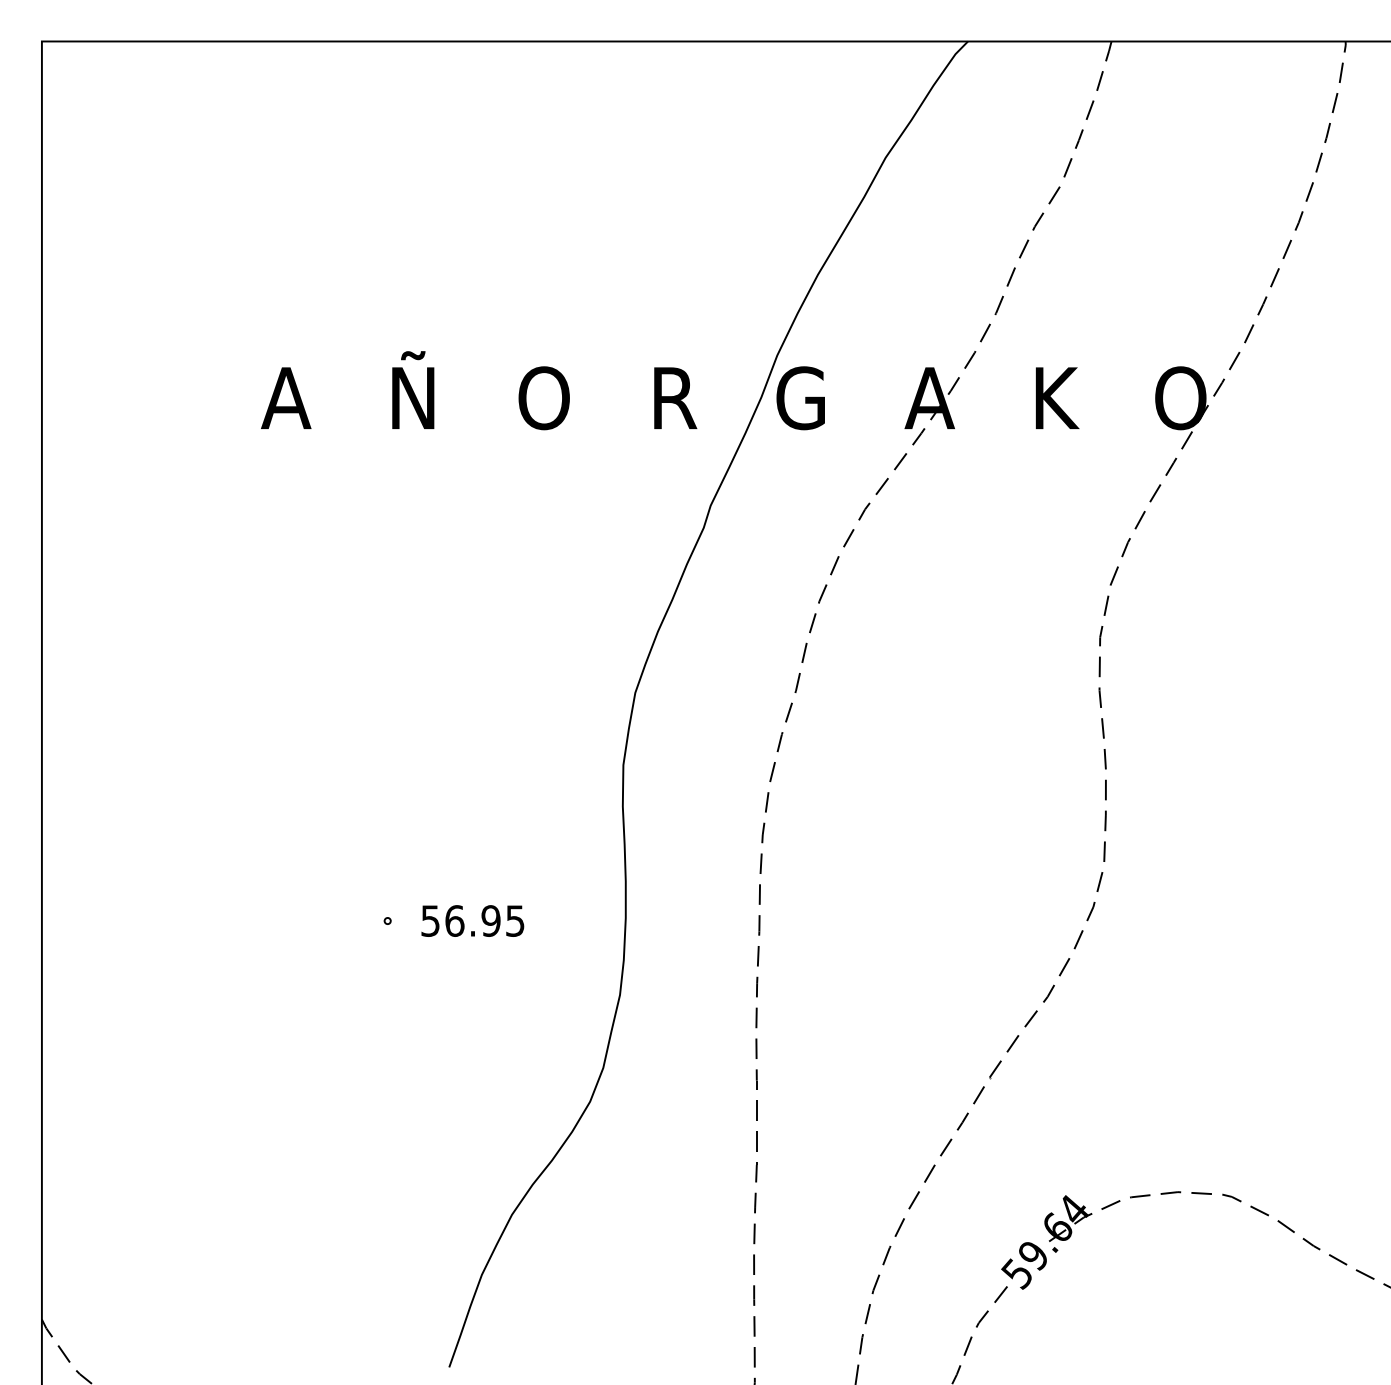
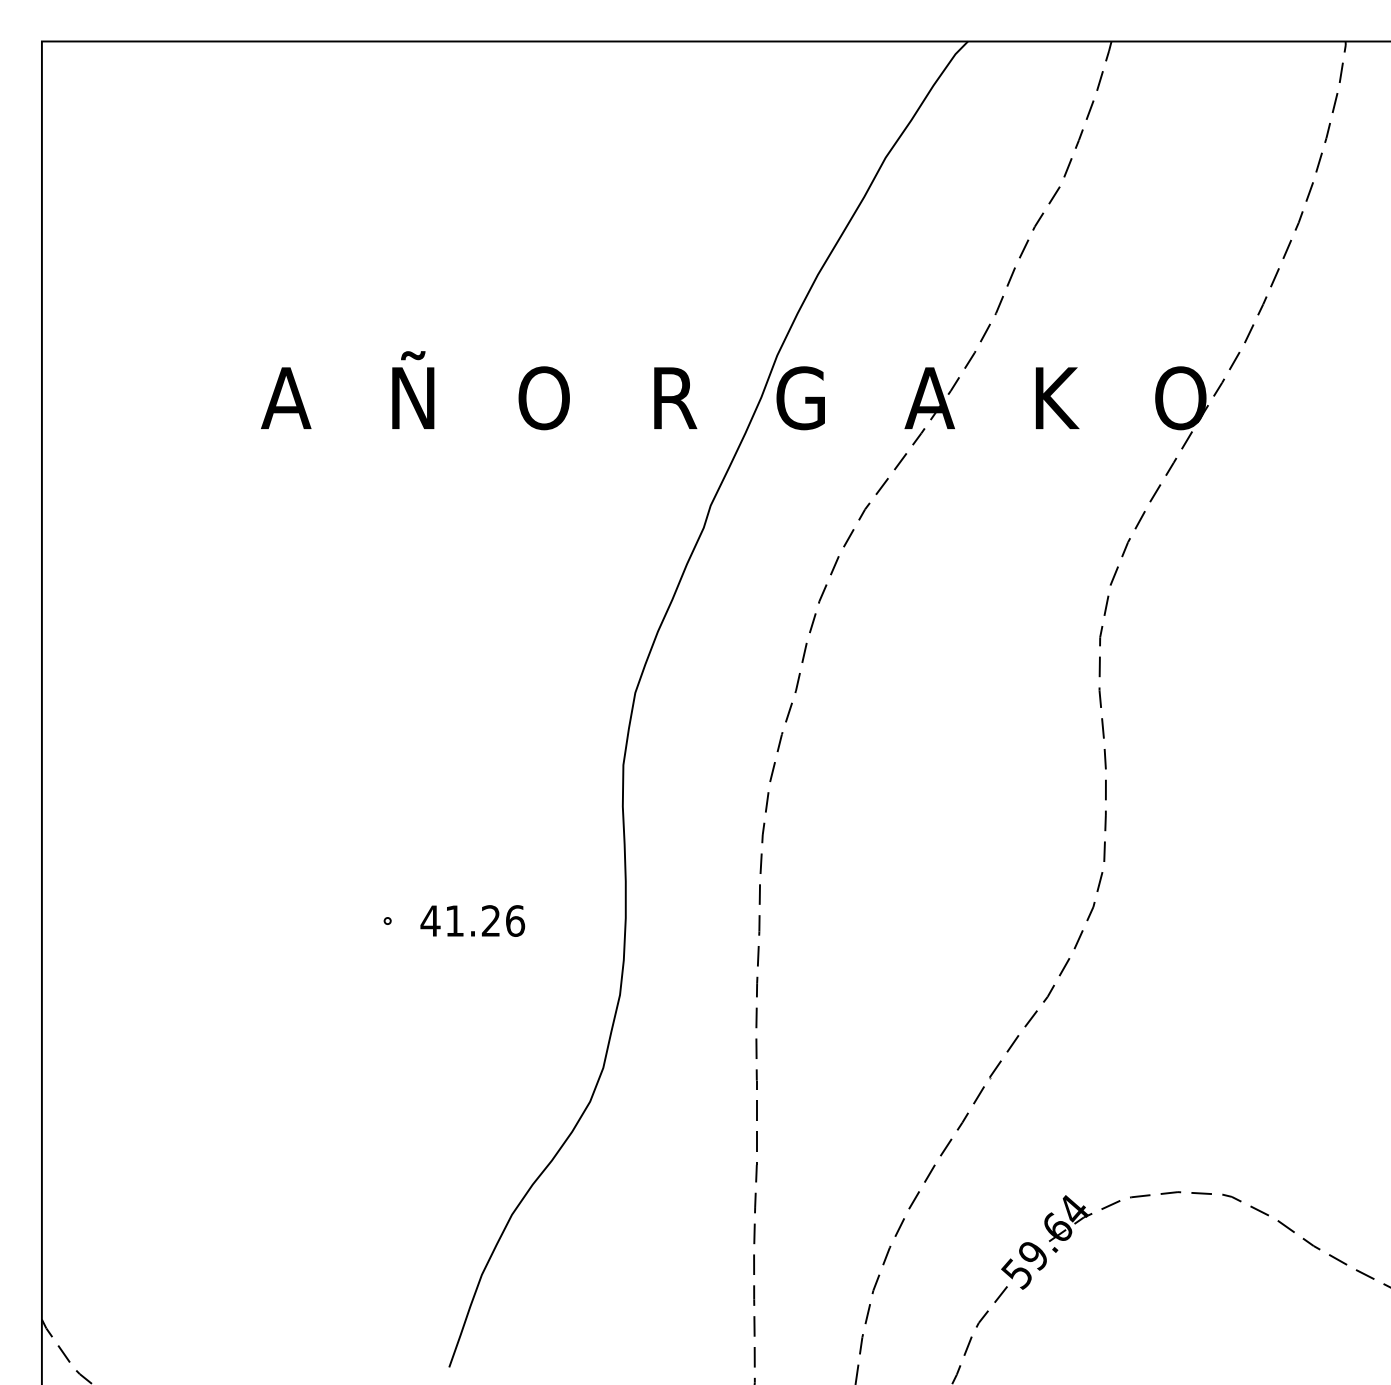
text at (472, 920): 56.95 -> 41.26
